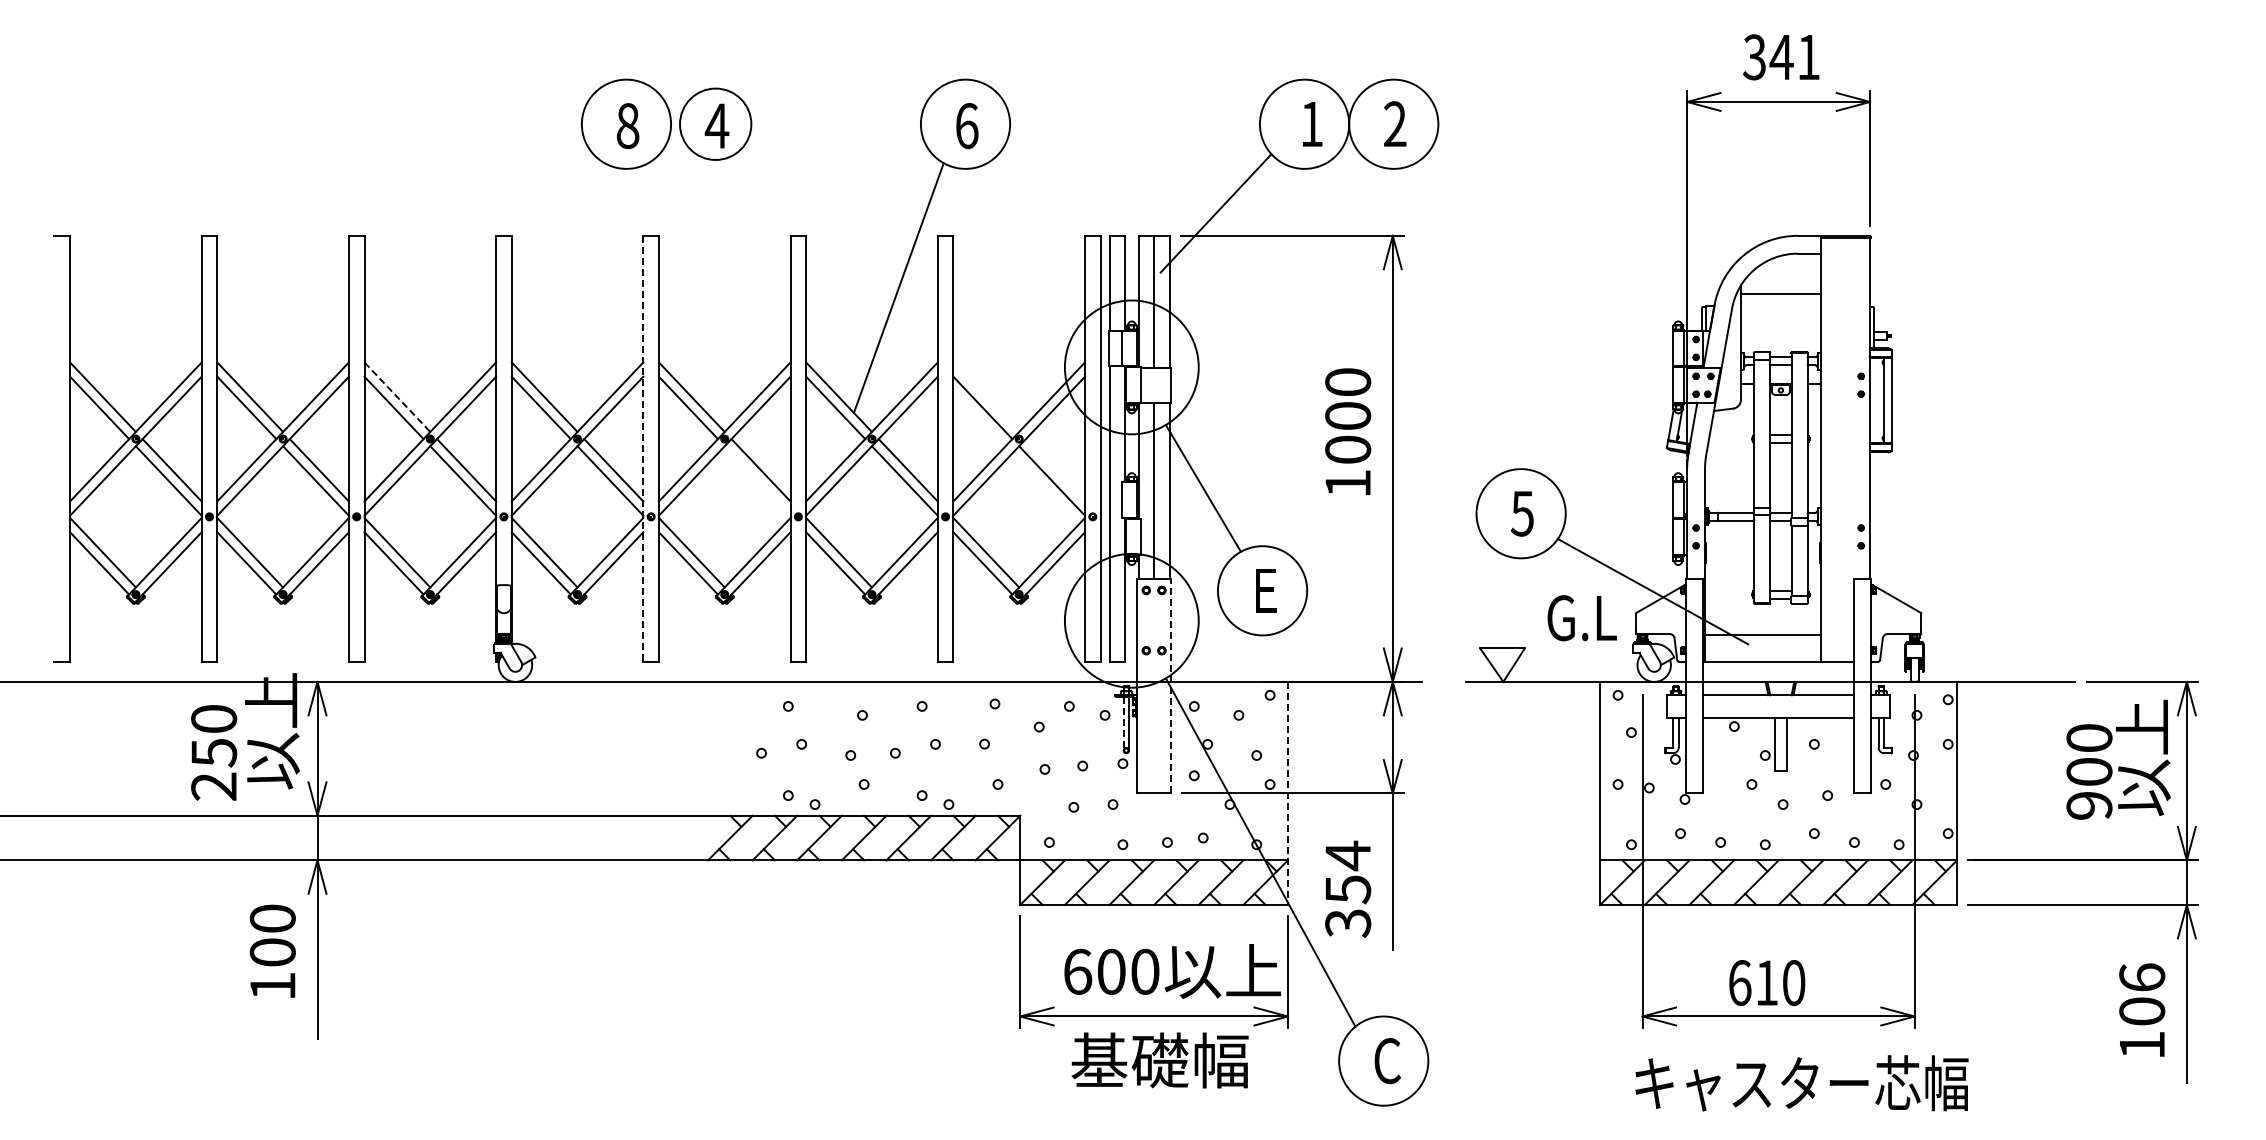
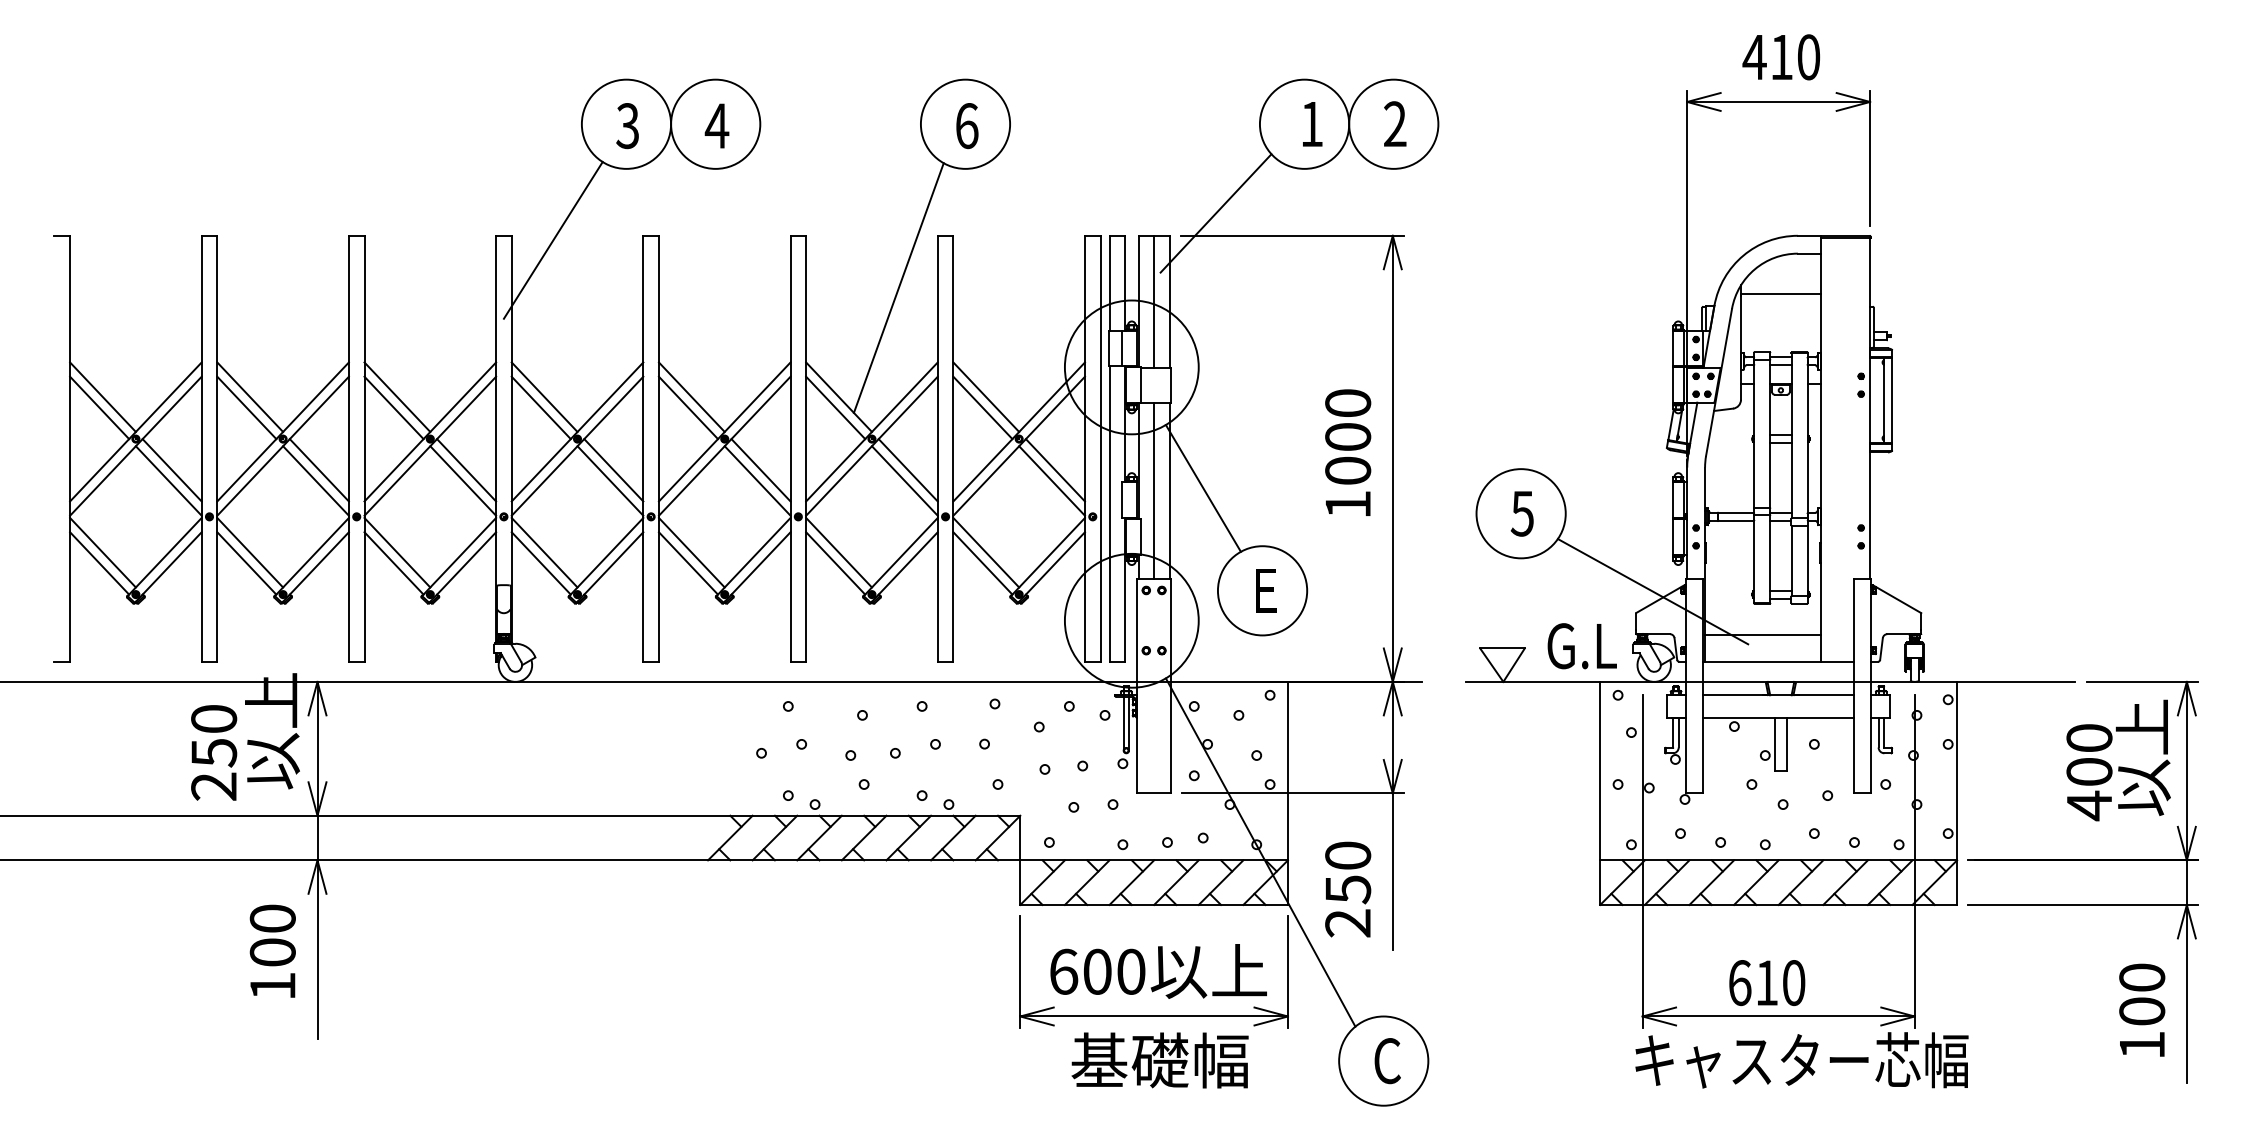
text at (1781, 57): 341 -> 410
circle at (715, 123) diameter: 71 px -> 89 px
text at (627, 125): 8 -> 3
line at (552, 240): none -> present
line at (986, 396): none -> present
line at (397, 397): dashed -> solid
text at (1348, 431) position: (1348, 431) -> (1348, 452)
line at (643, 449): dashed -> solid
line at (1054, 470): none -> present
line at (757, 480): none -> present
text at (1581, 618) position: (1581, 618) -> (1581, 646)
line at (1170, 685): dashed -> solid
line at (1123, 723): dashed -> solid
line at (1287, 793): dashed -> solid
text at (2089, 805): 900 -> 400
text at (1348, 889): 354 -> 250
text at (1172, 971) position: (1172, 971) -> (1158, 971)
text at (2142, 977): 106 -> 100
text at (1801, 1083) position: (1801, 1083) -> (1801, 1060)
